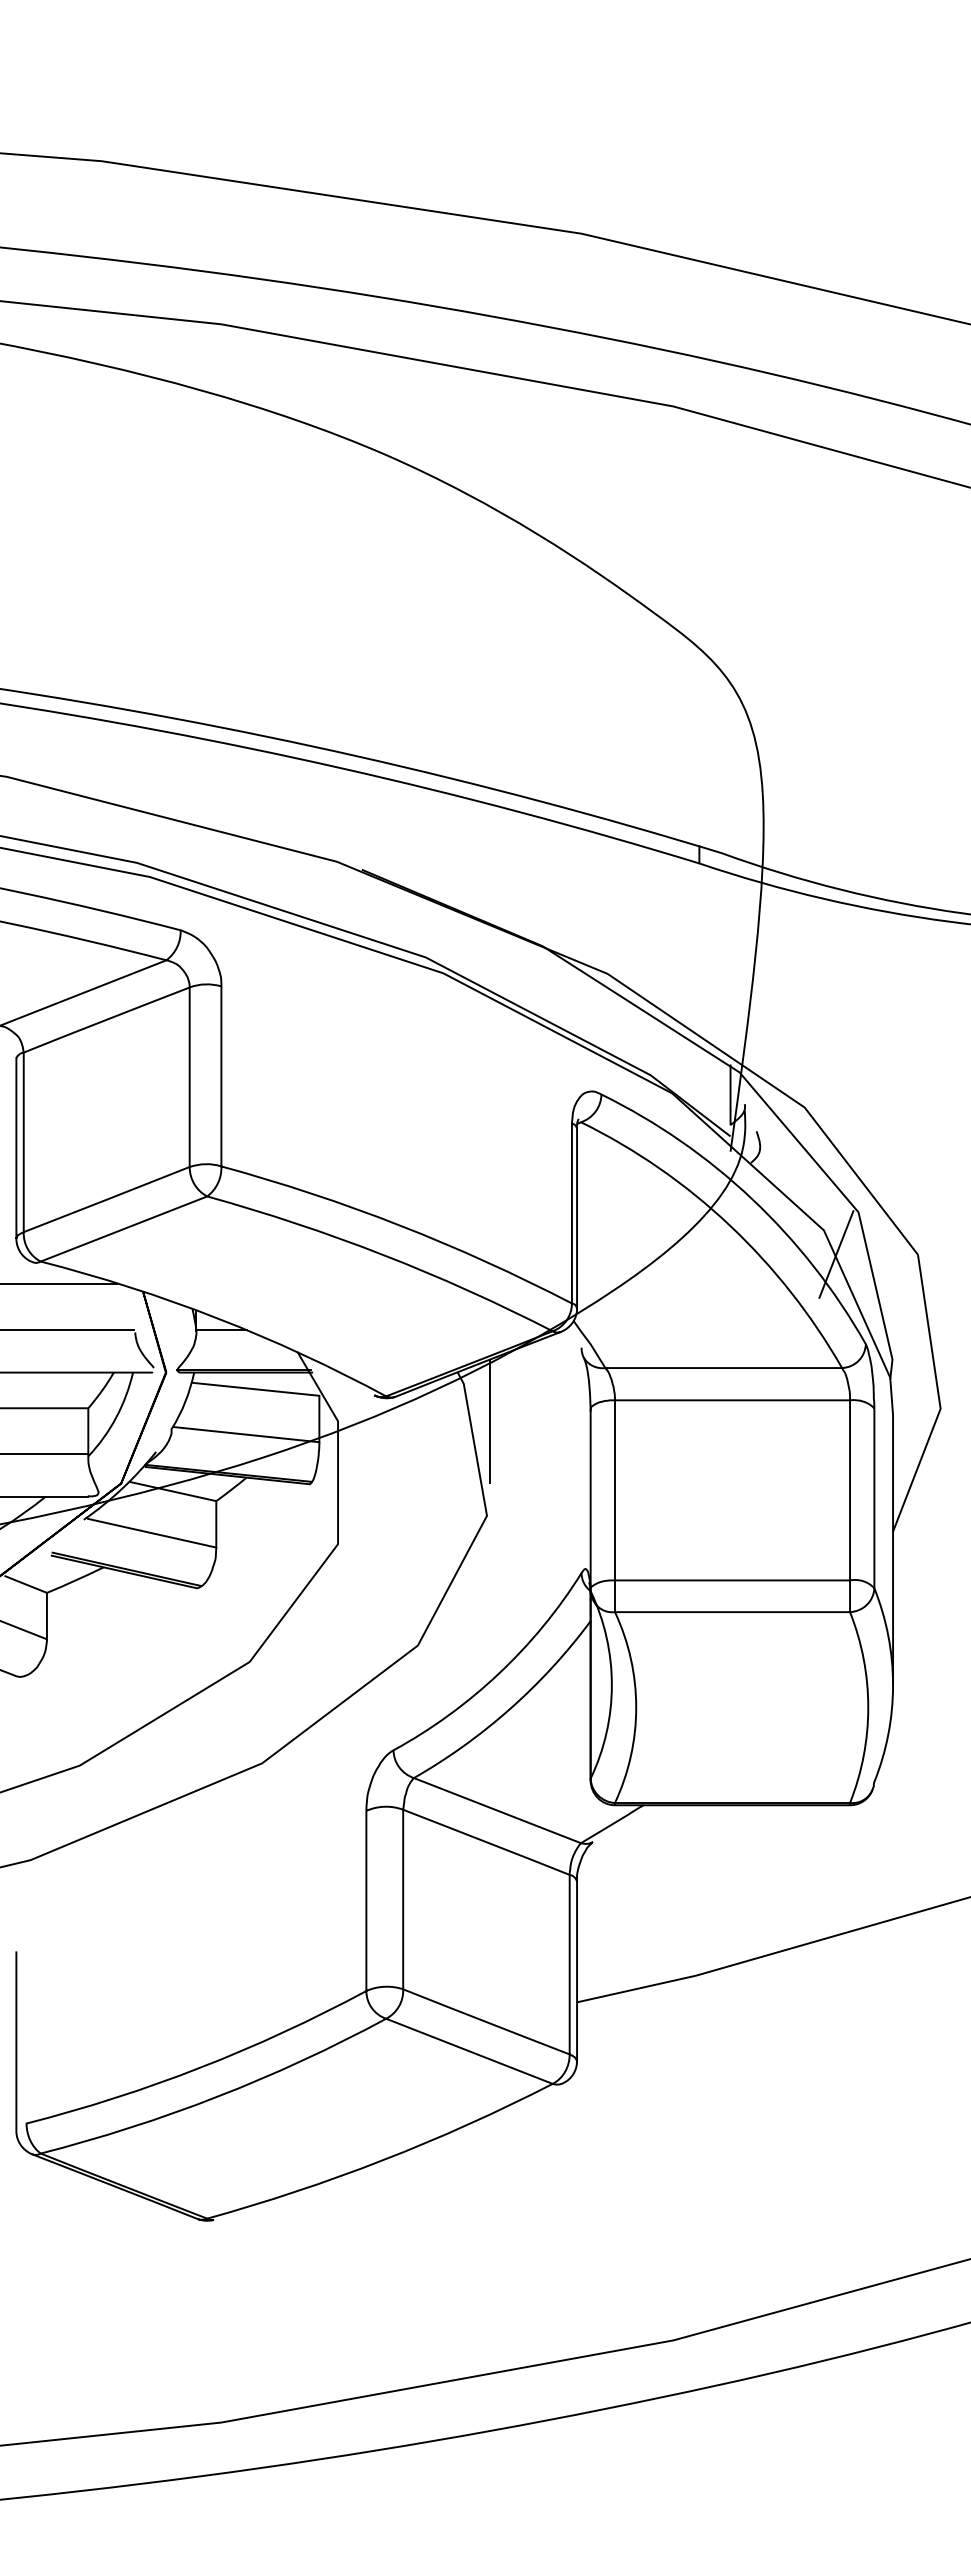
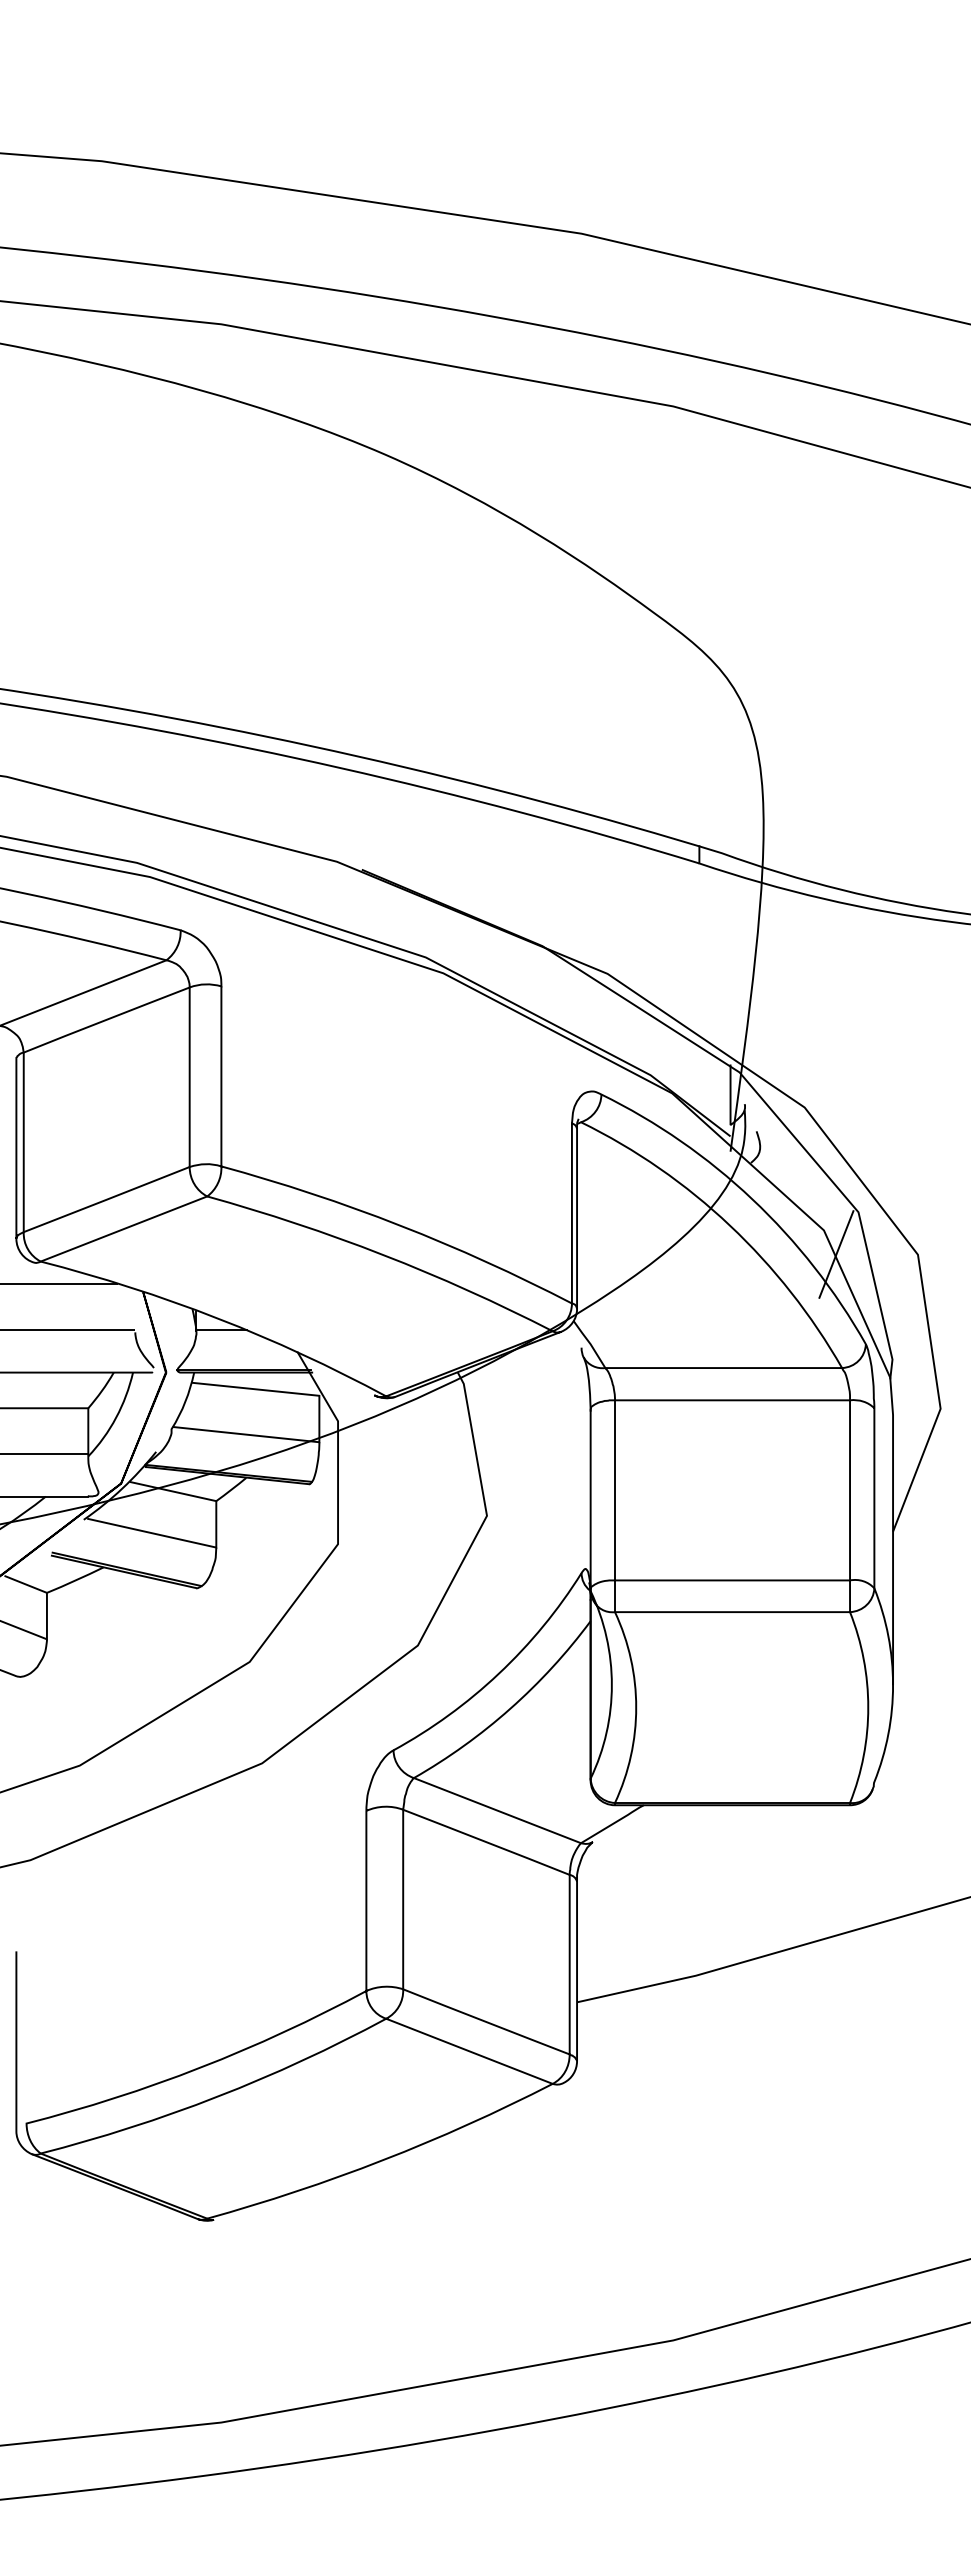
line at (489, 1421): present -> none
